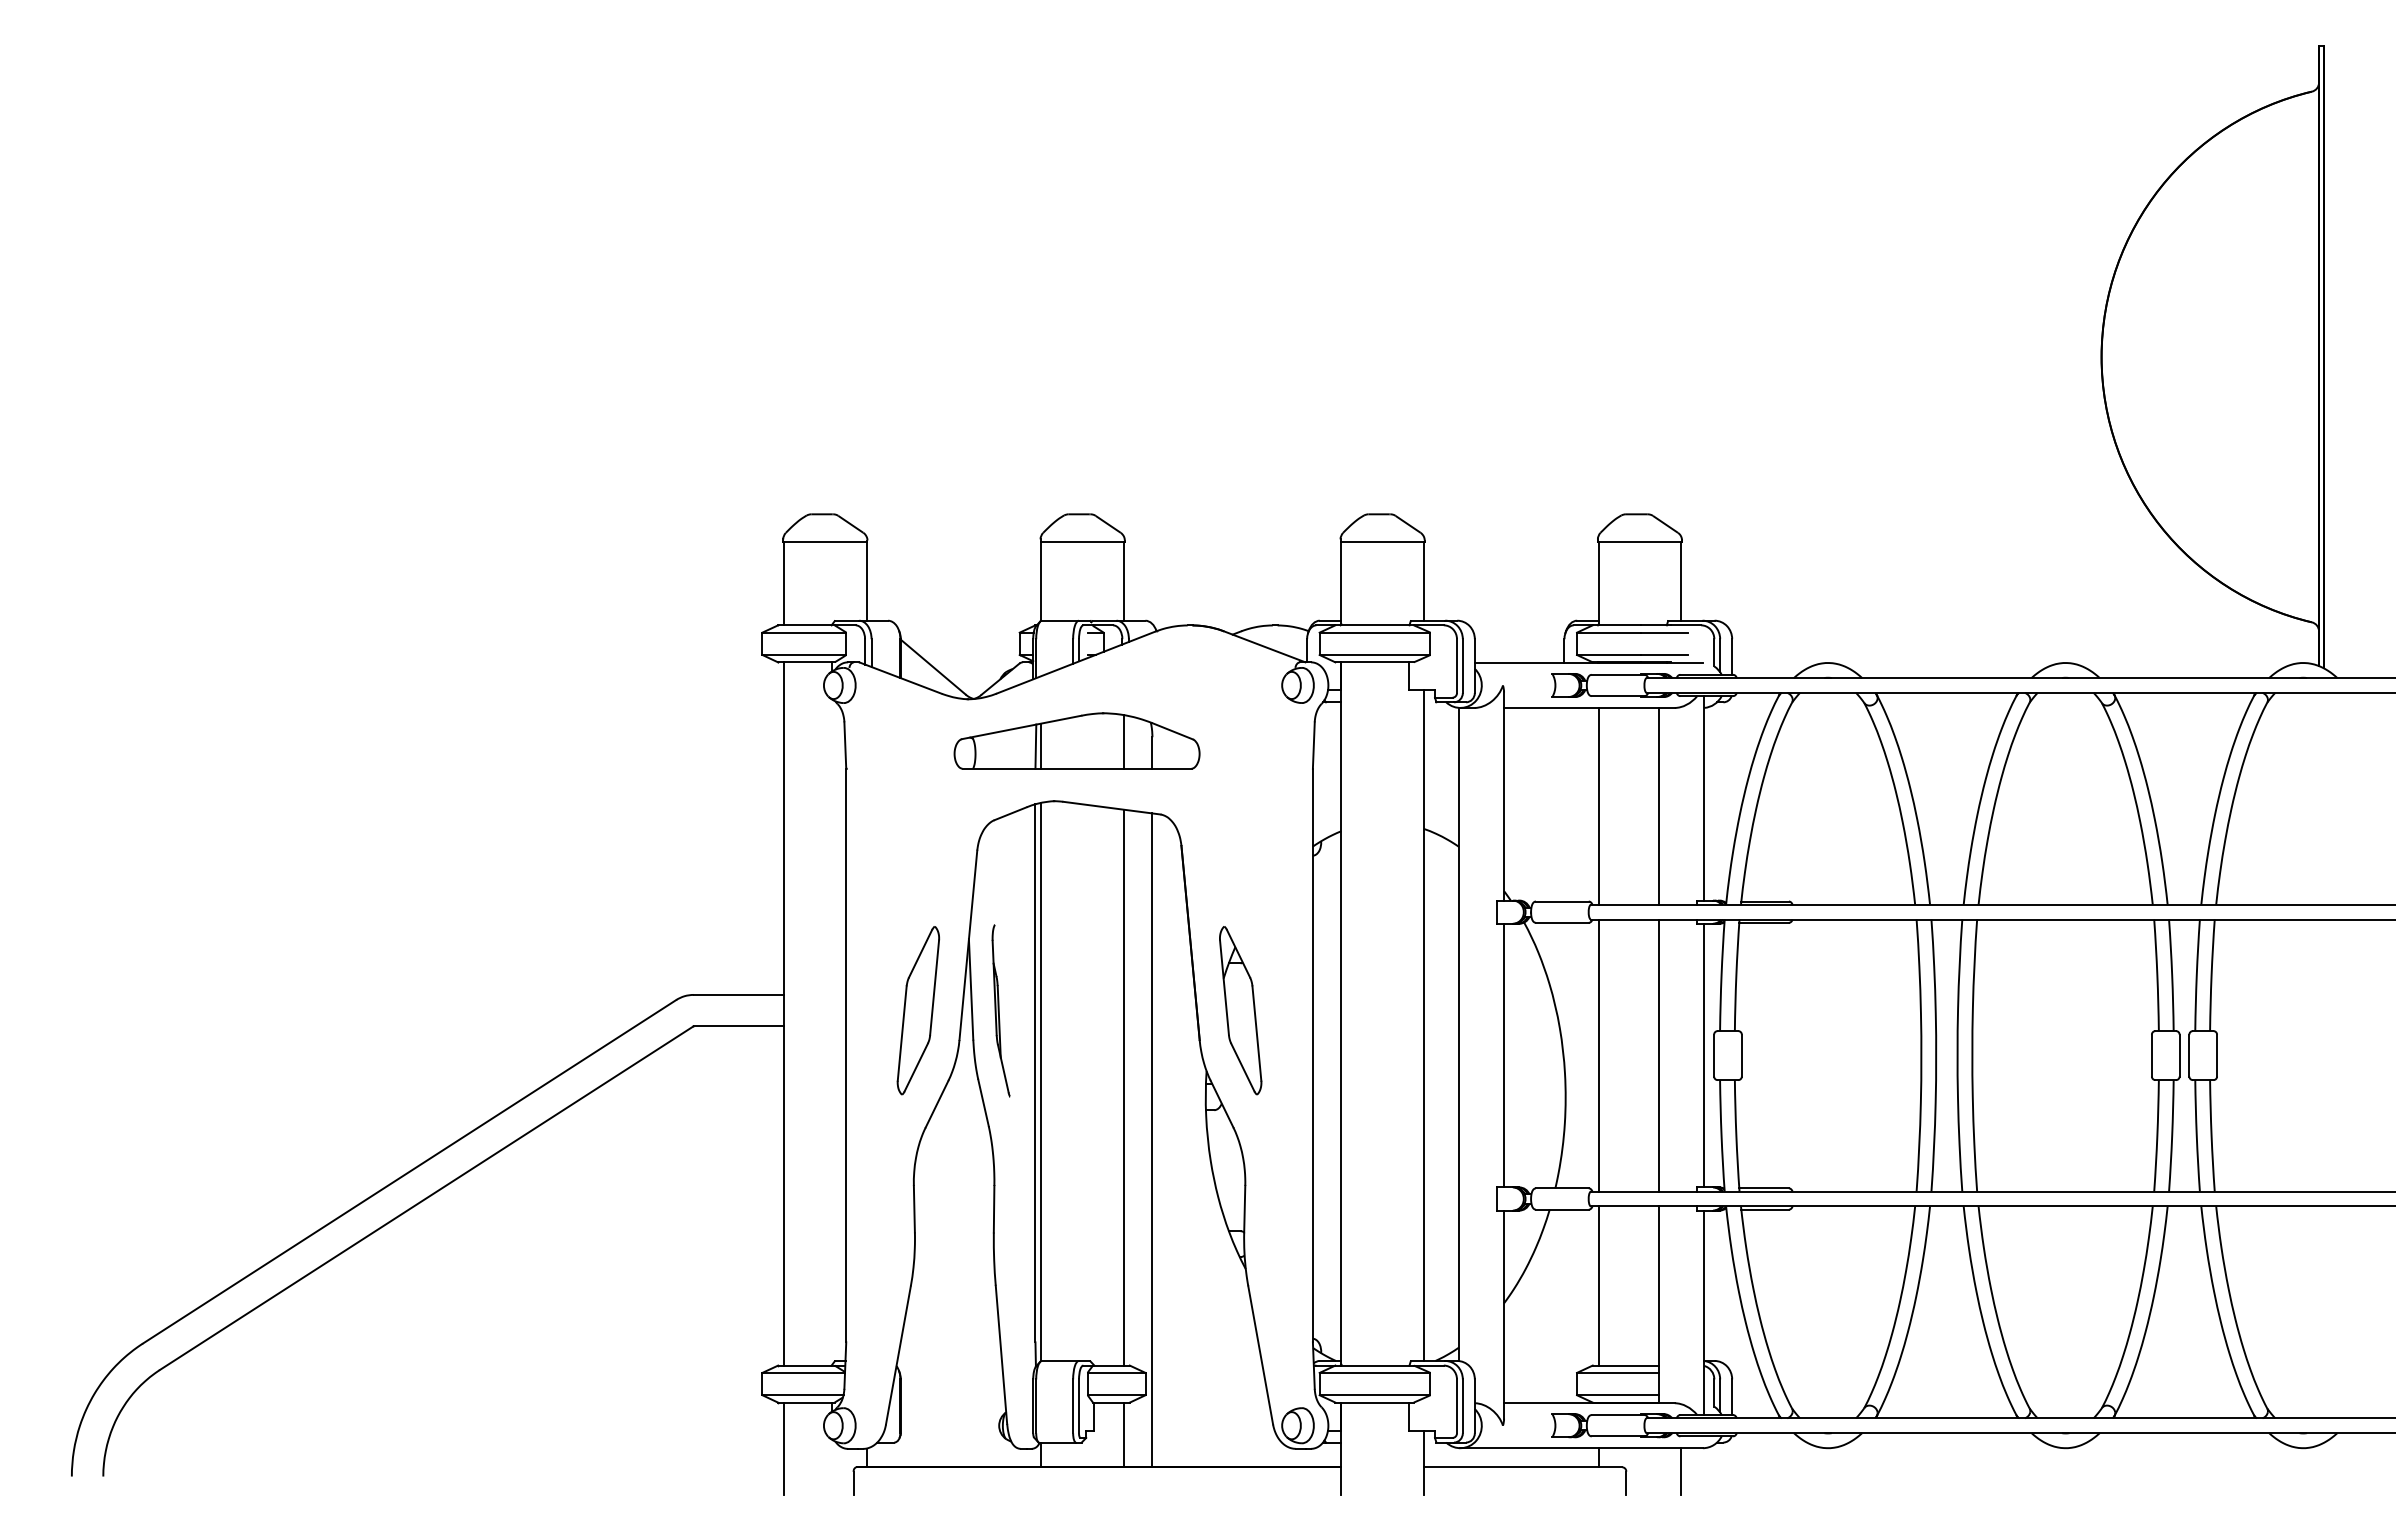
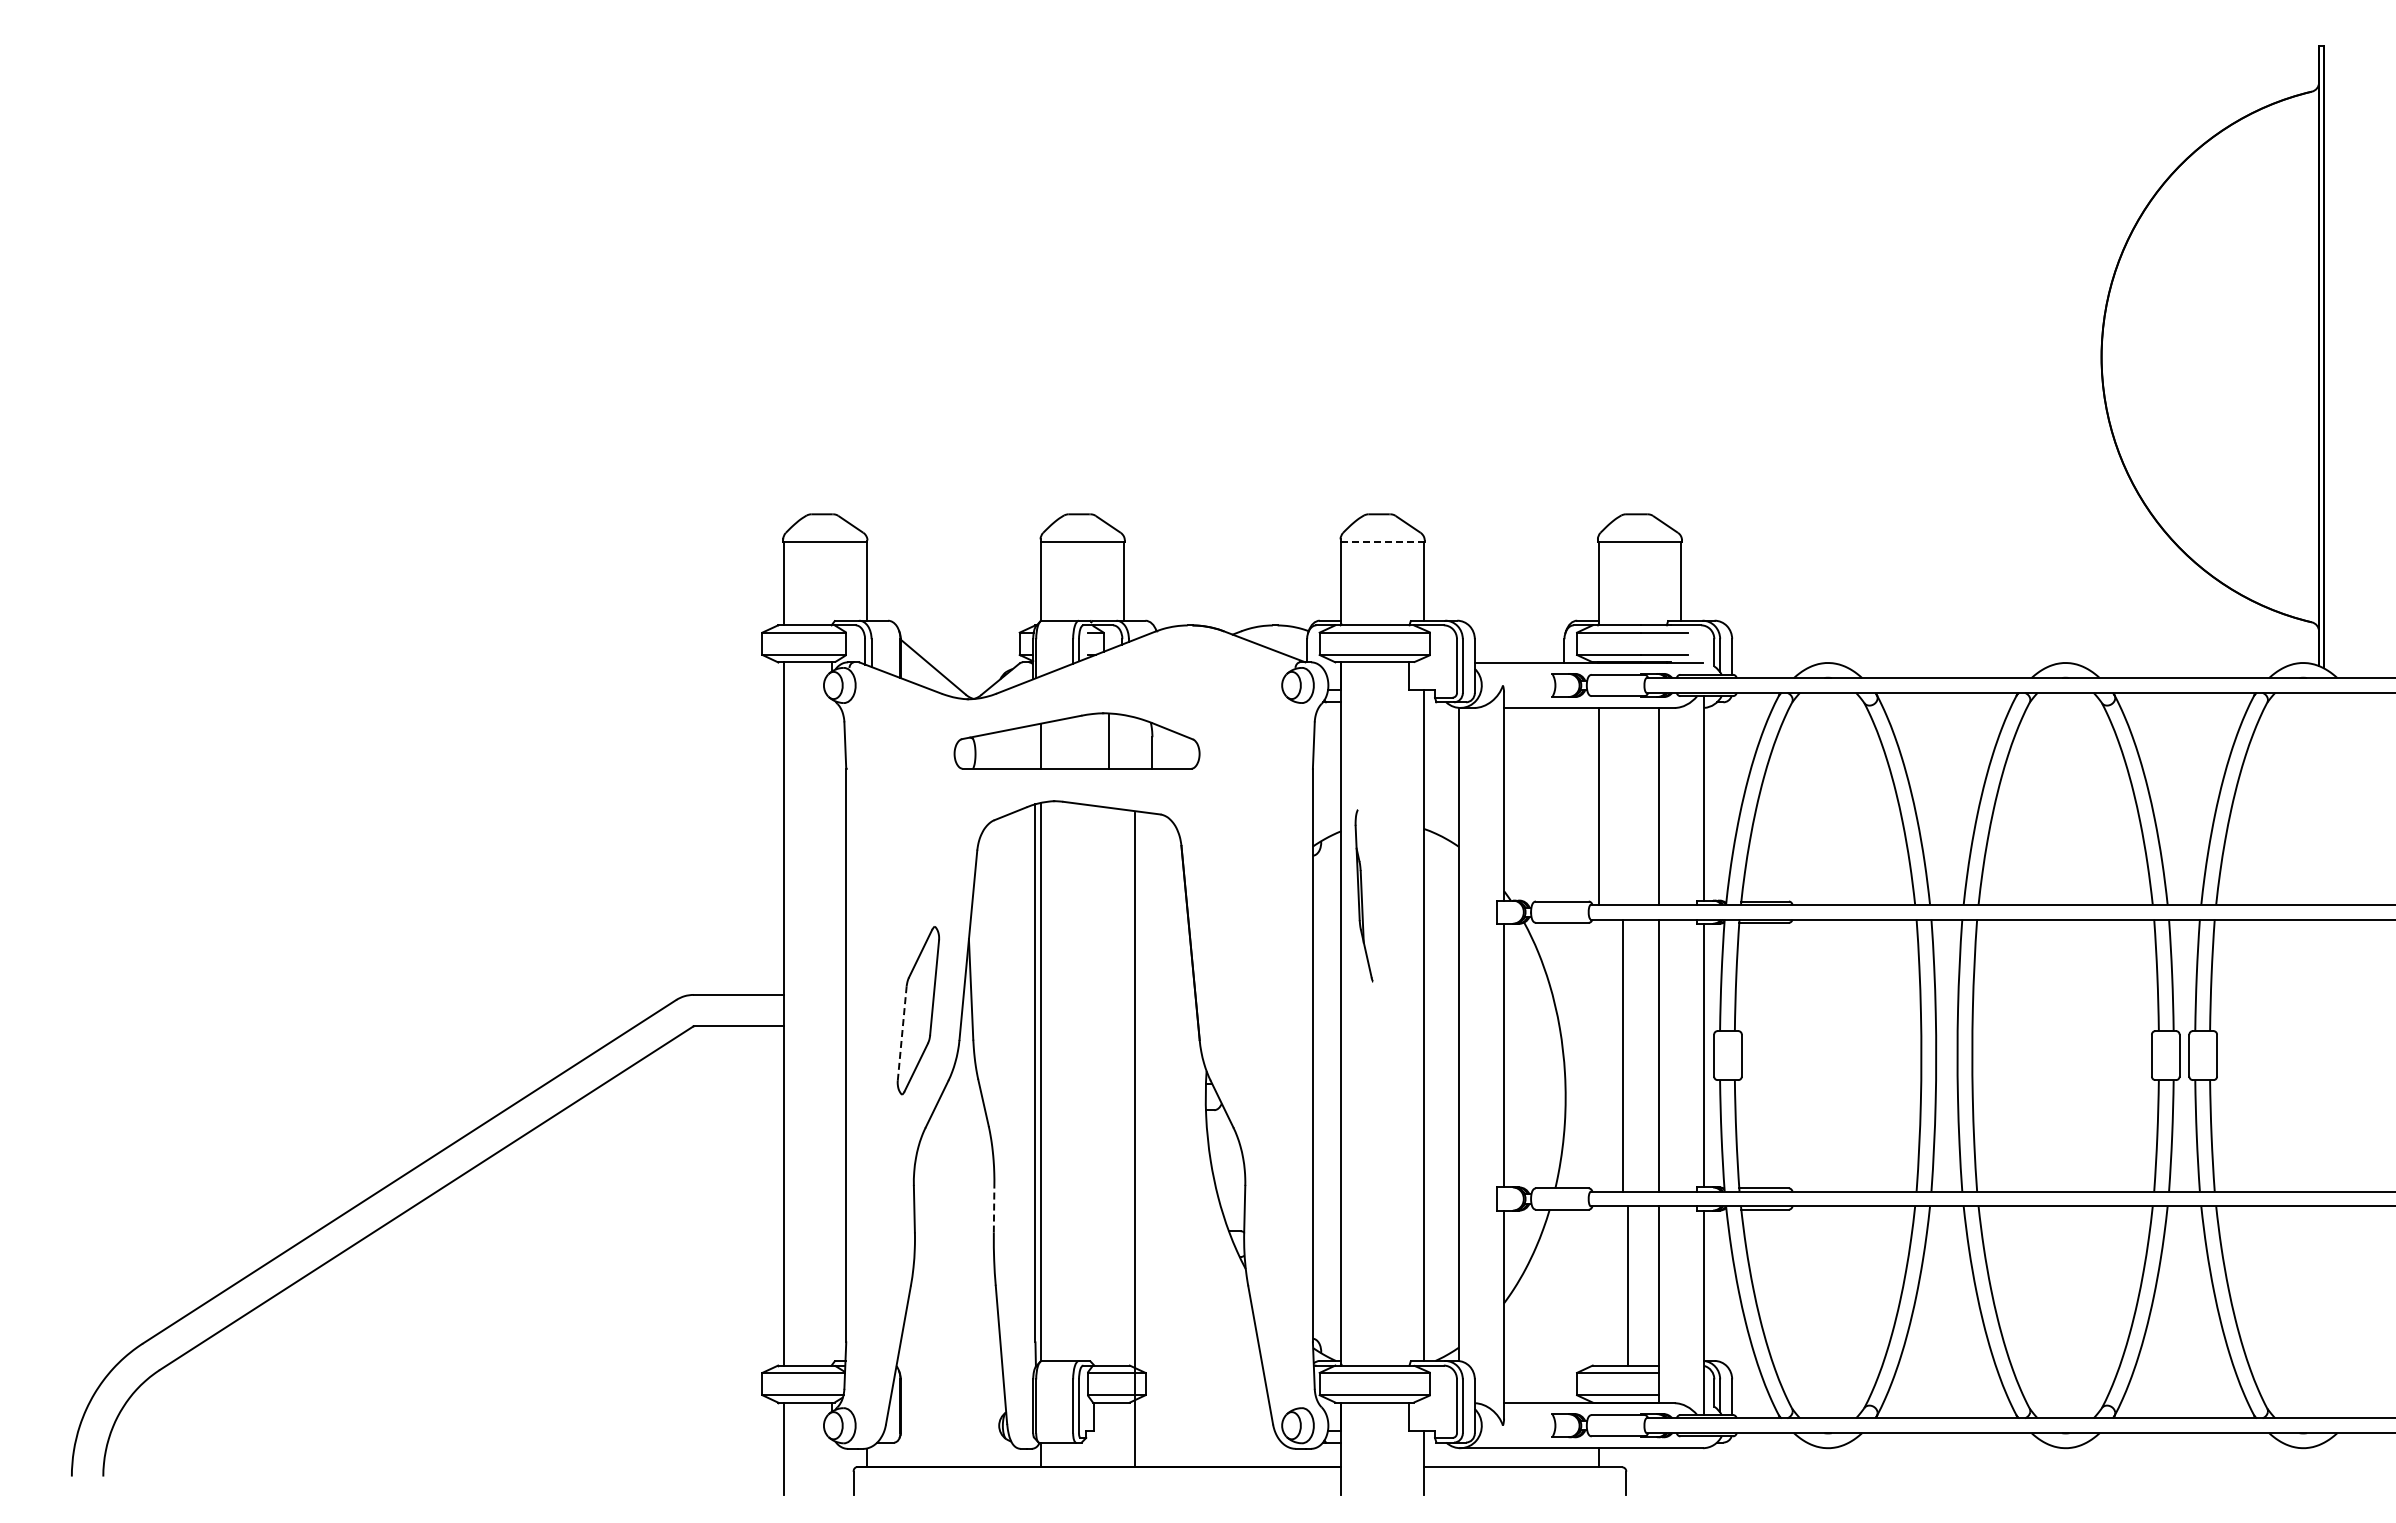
line at (1382, 542): solid -> dashed
line at (1123, 741) position: (1123, 741) -> (1108, 741)
line at (1035, 746): present -> none
part at (1000, 1010) position: (1000, 1010) -> (1363, 895)
part at (1240, 1010): present -> none
line at (902, 1033): solid -> dashed
line at (1598, 1055) position: (1598, 1055) -> (1622, 1055)
line at (1123, 1087): present -> none
line at (1152, 1140) position: (1152, 1140) -> (1135, 1140)
line at (994, 1208): solid -> dashed
line at (1598, 1285) position: (1598, 1285) -> (1627, 1285)
line at (1123, 1434): present -> none
line at (1681, 1471): present -> none
